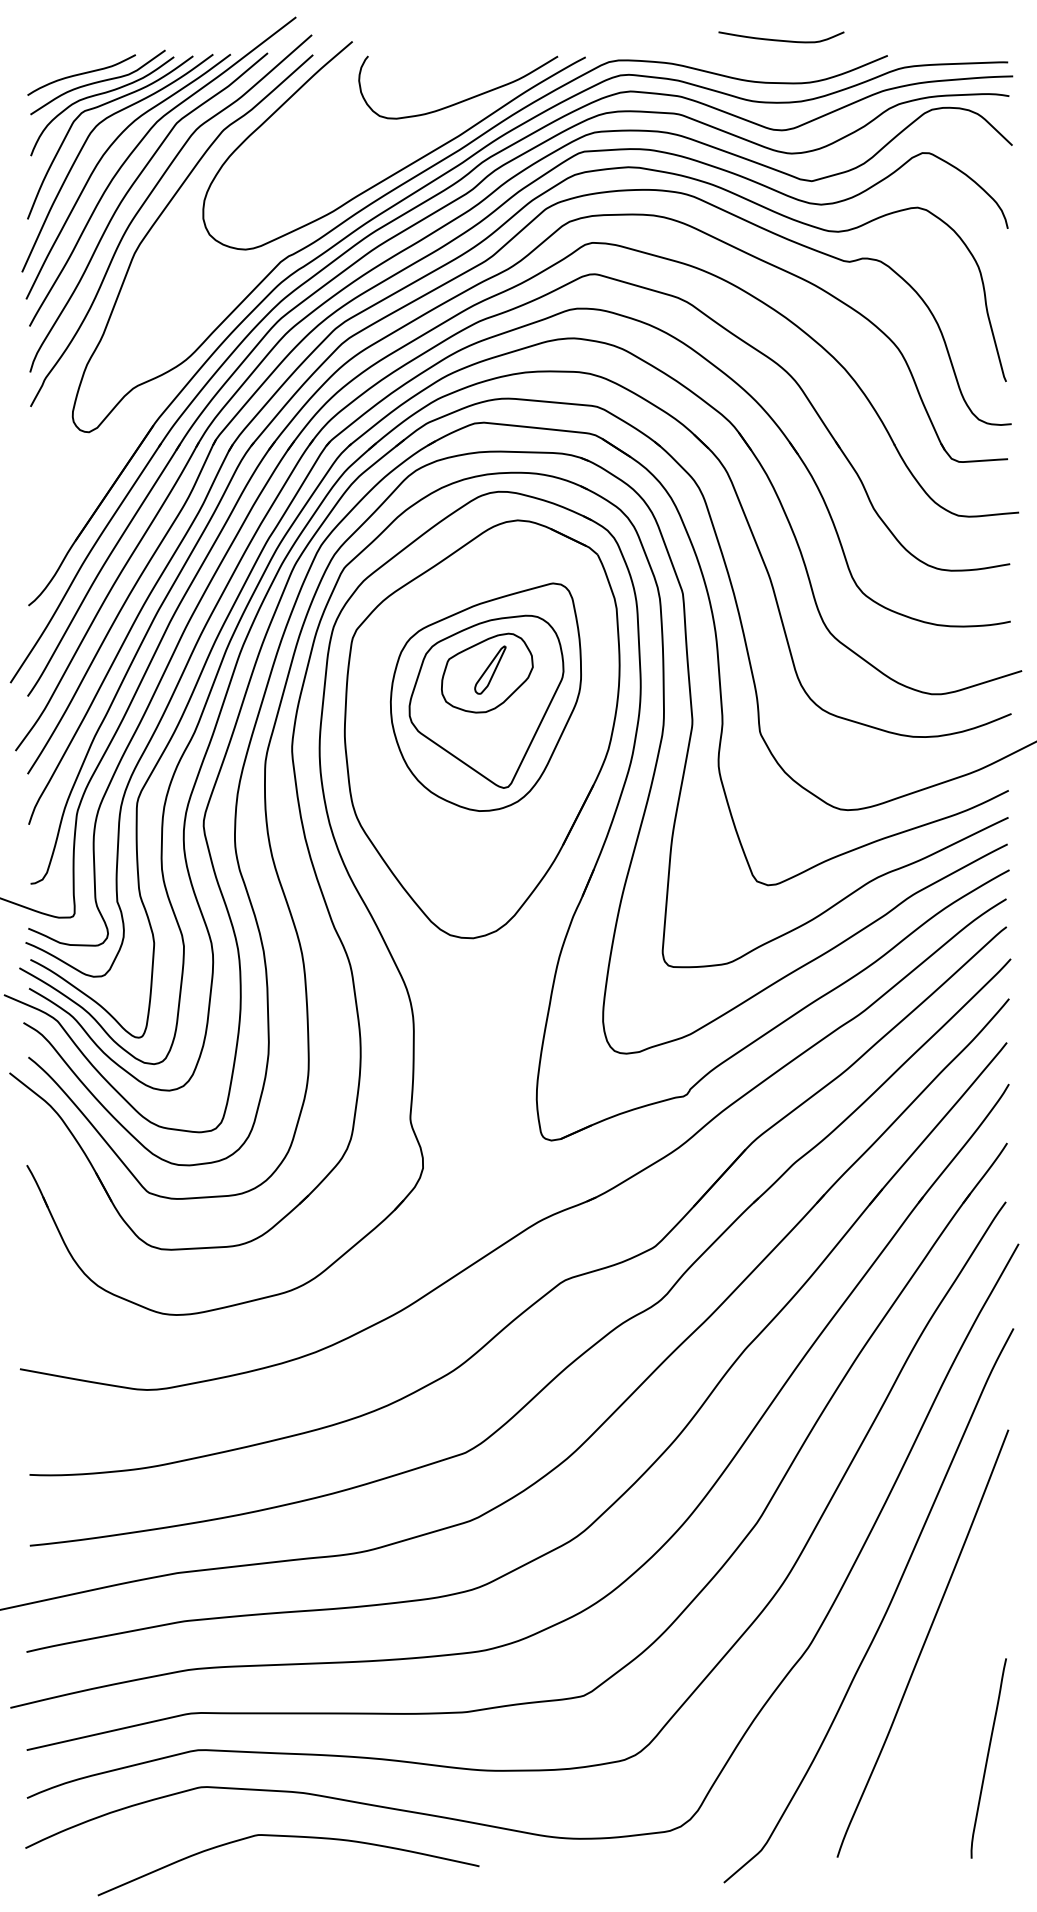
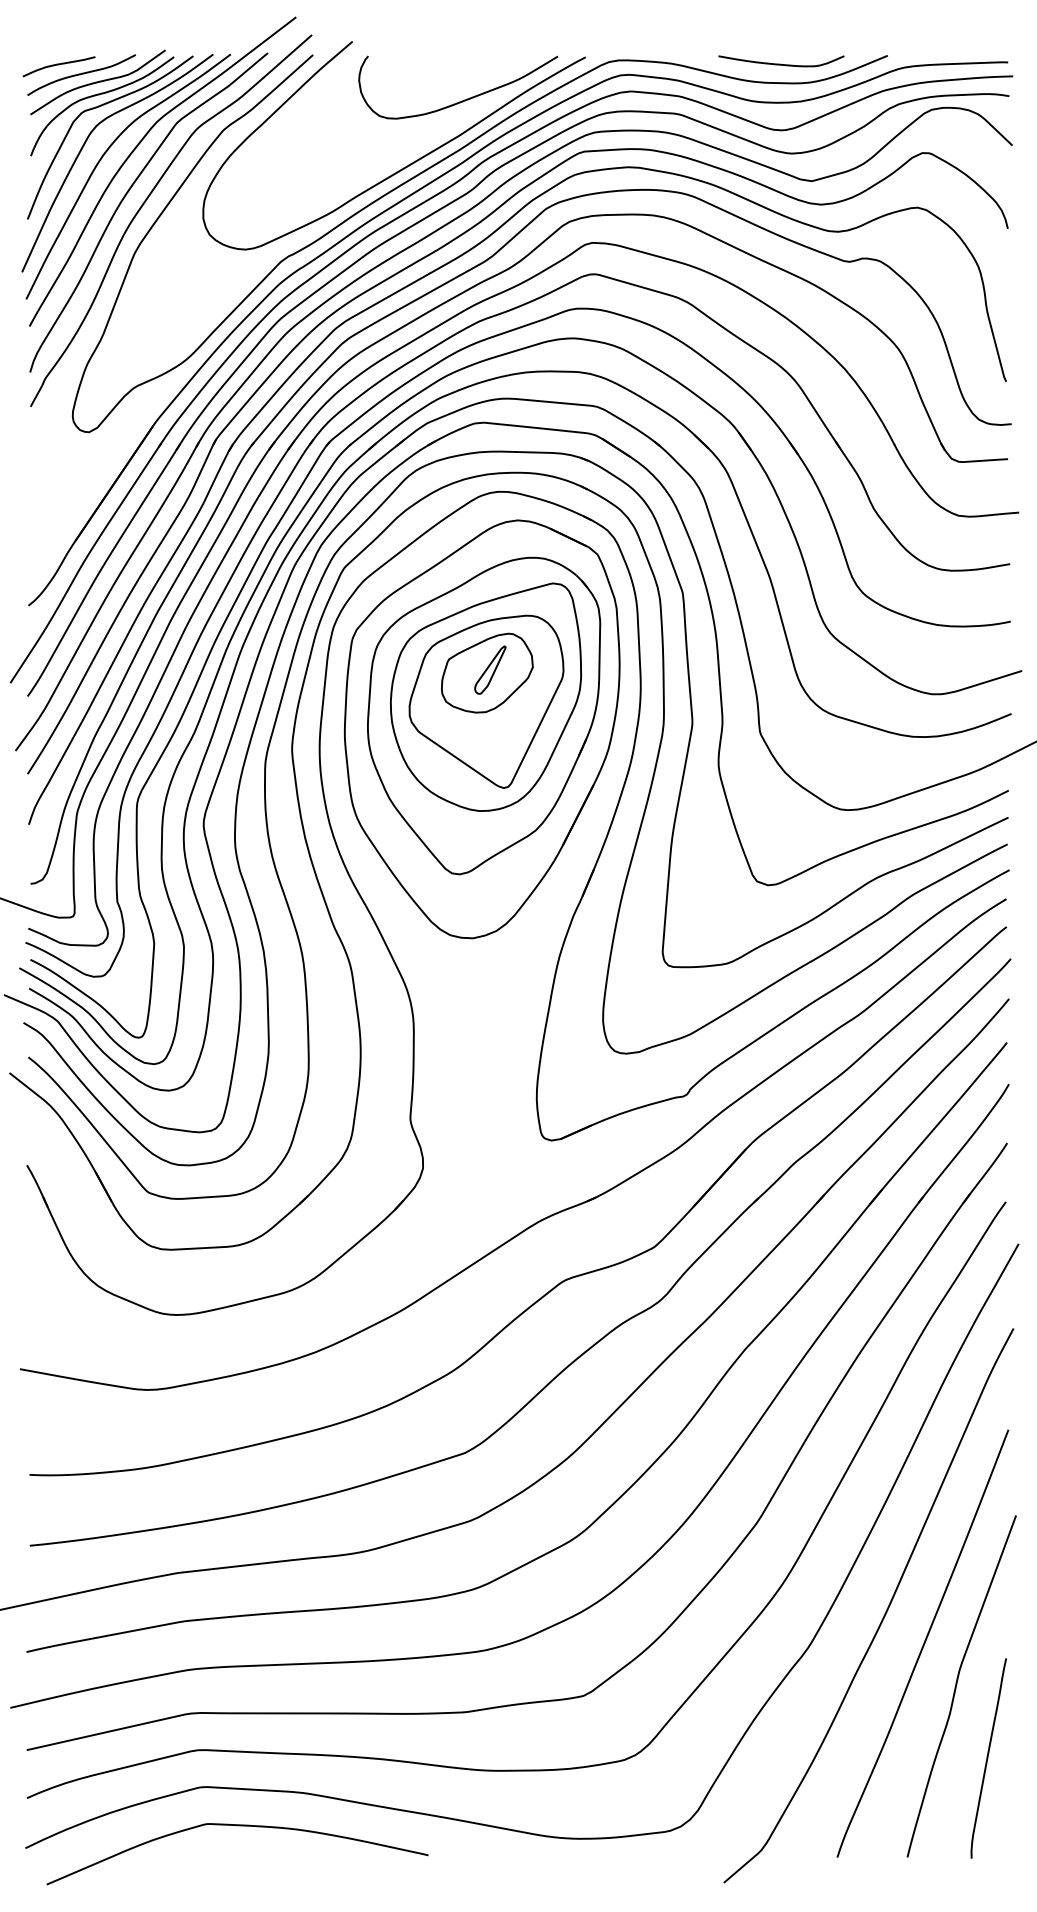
curve at (781, 39) position: (781, 39) -> (781, 63)
curve at (58, 65): none -> present
part at (484, 715): none -> present
curve at (957, 1684): none -> present
curve at (288, 1837) position: (288, 1837) -> (237, 1826)
